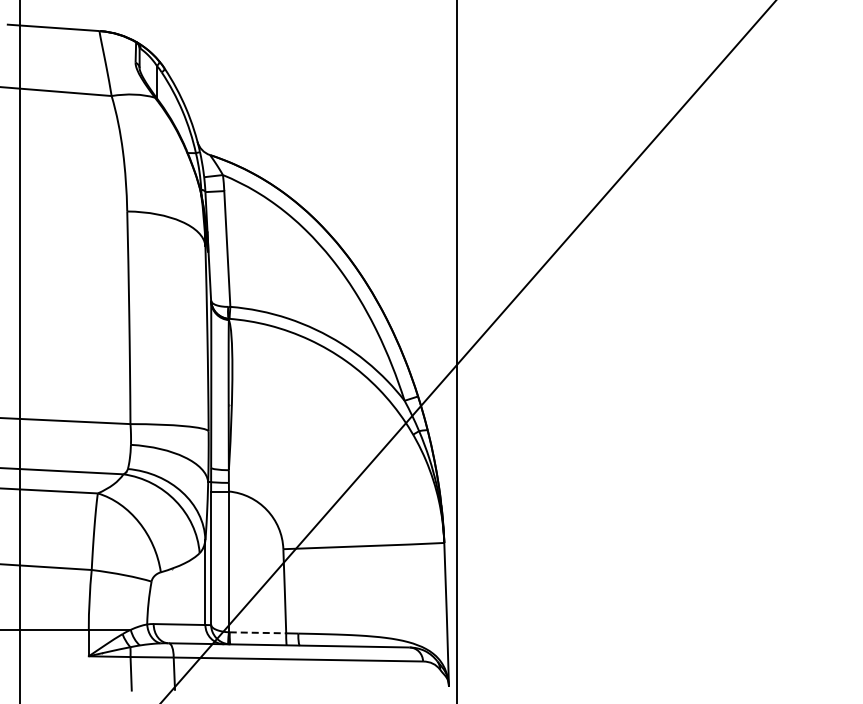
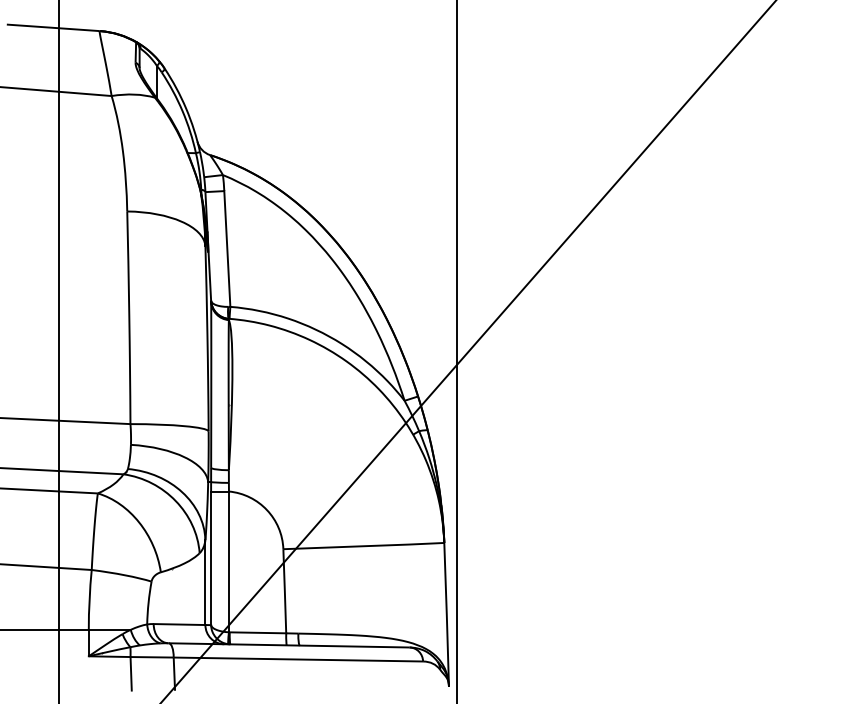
line at (19, 351) position: (19, 351) -> (58, 351)
line at (258, 632): dashed -> solid
